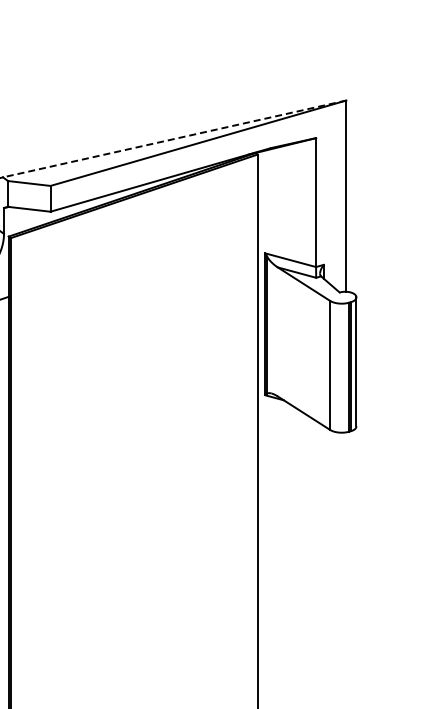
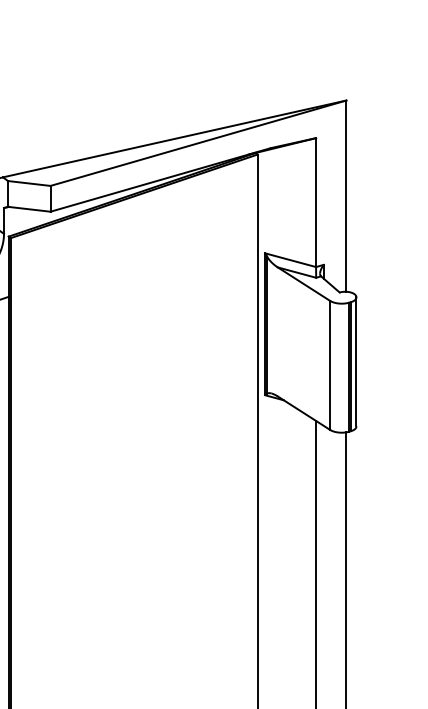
line at (174, 138): dashed -> solid
line at (316, 562): none -> present
line at (346, 568): none -> present
